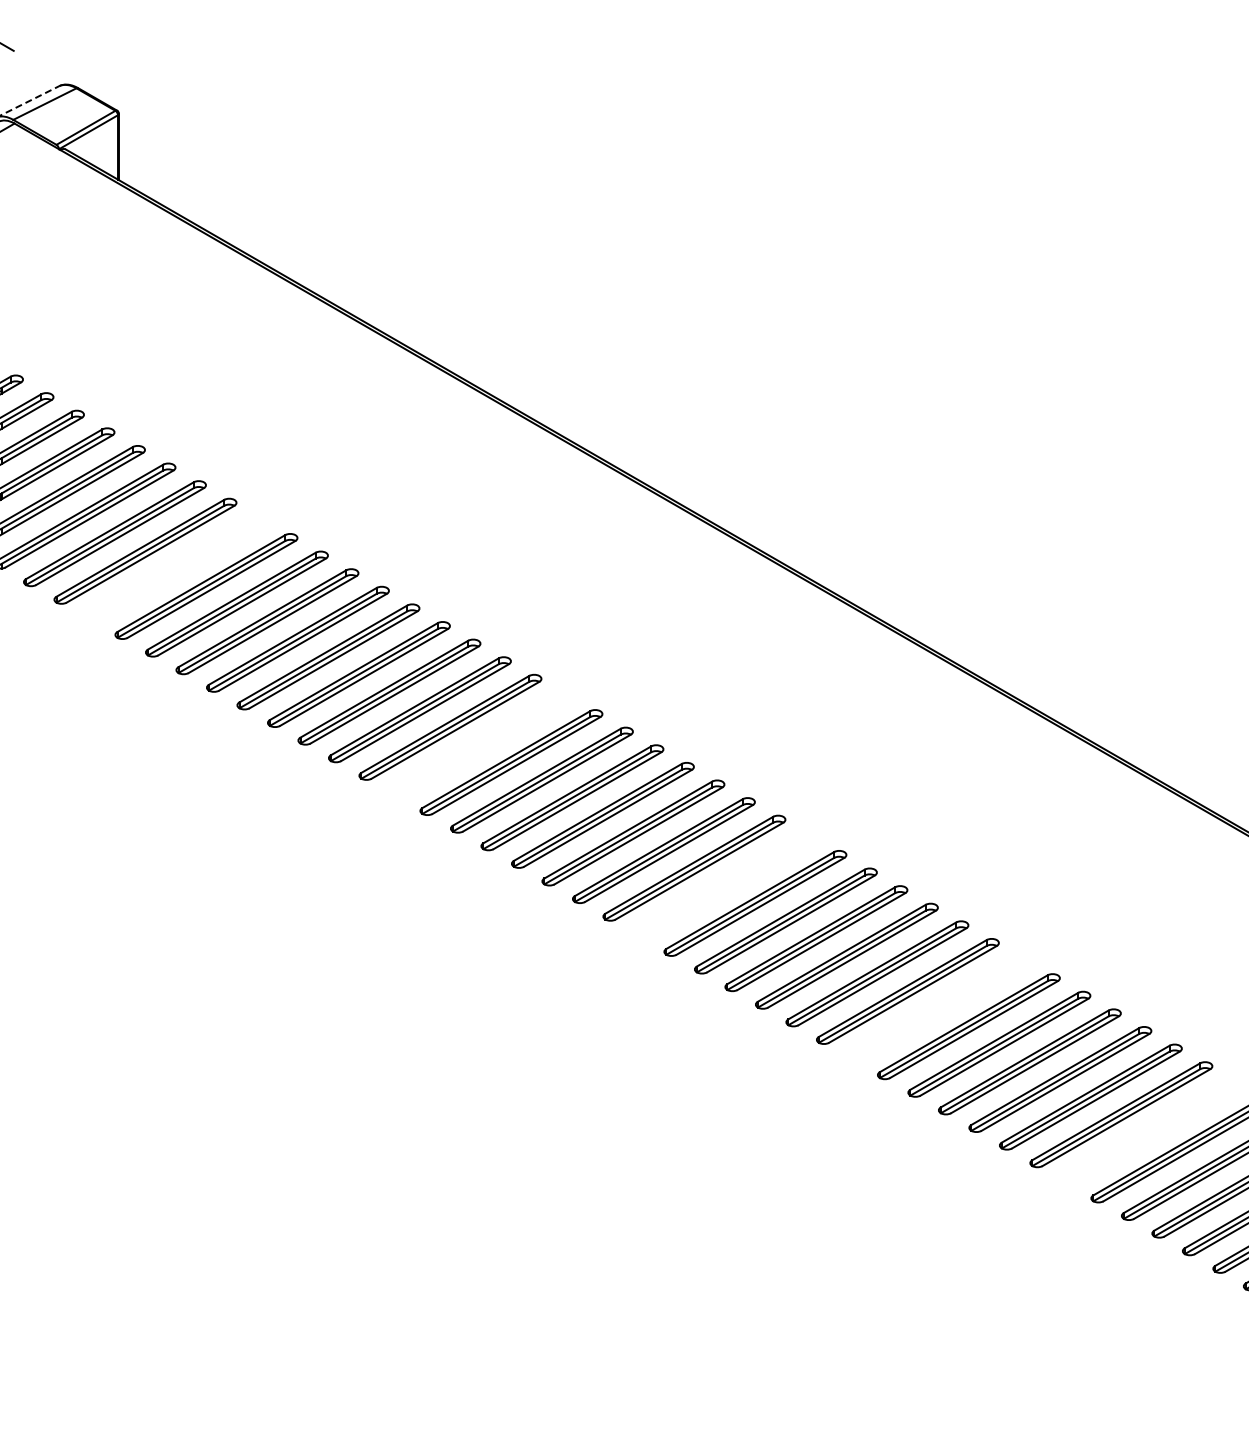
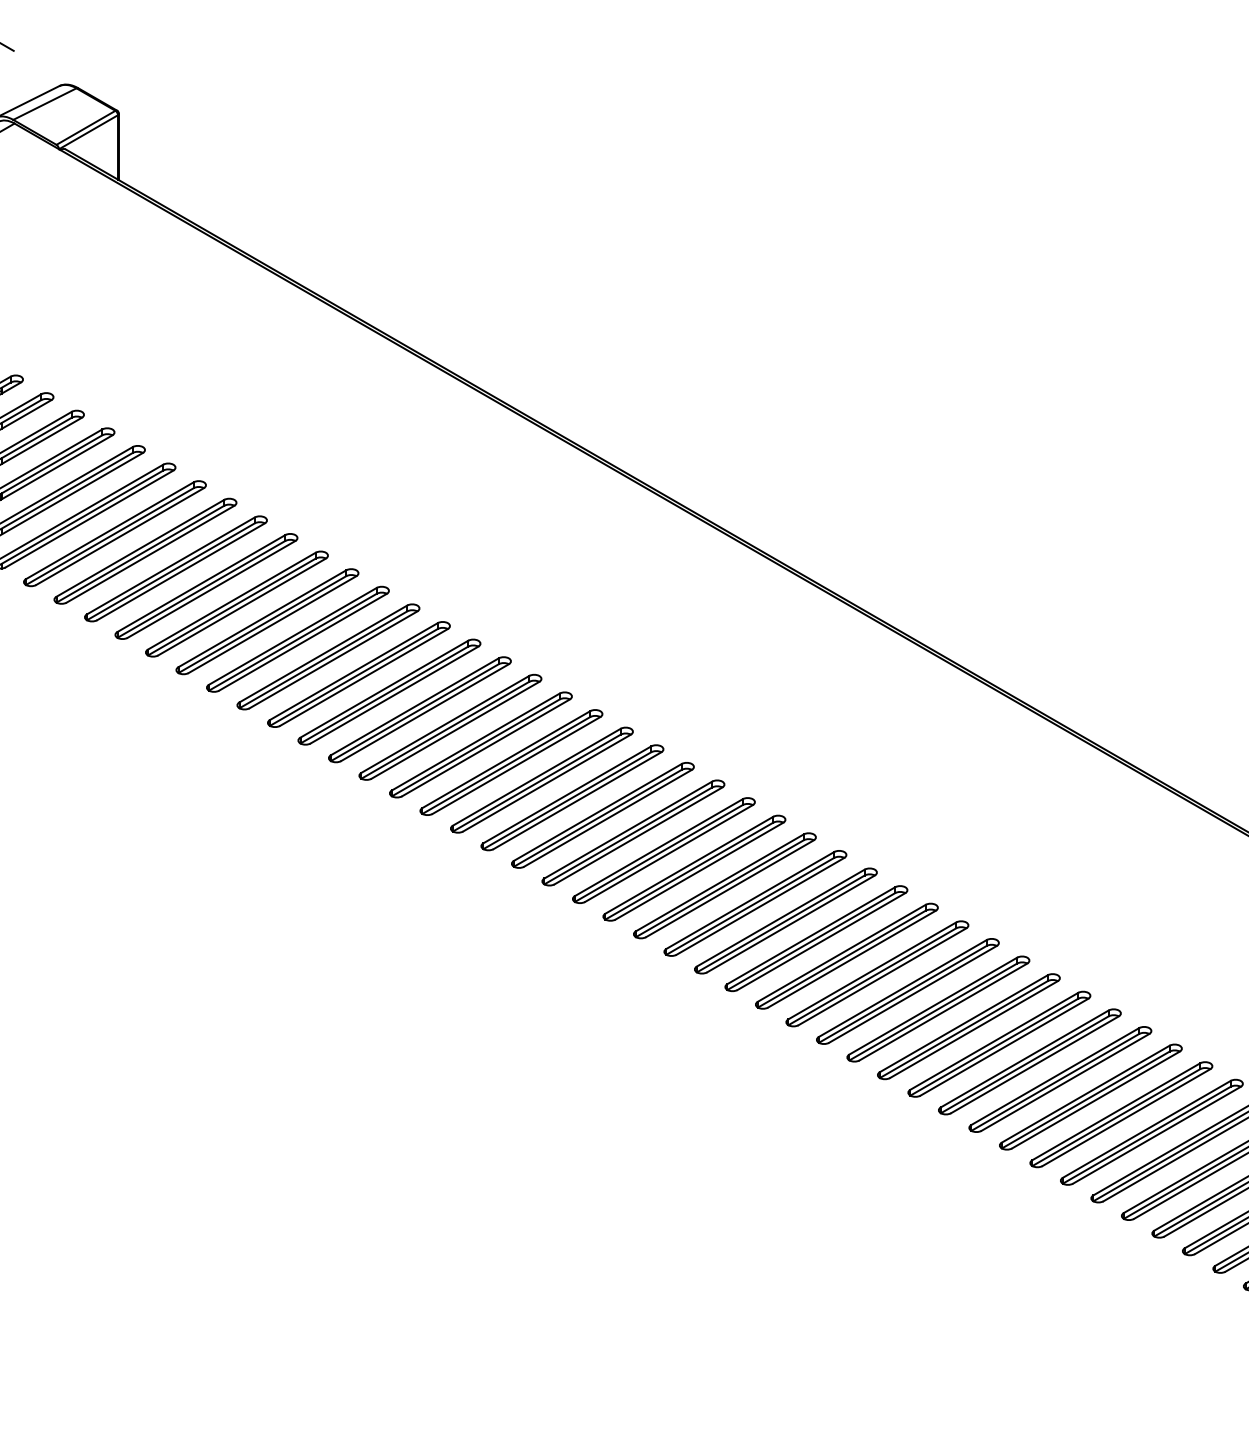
line at (29, 100): dashed -> solid
part at (175, 568): none -> present
part at (480, 744): none -> present
part at (724, 885): none -> present
part at (938, 1008): none -> present
part at (1151, 1131): none -> present
